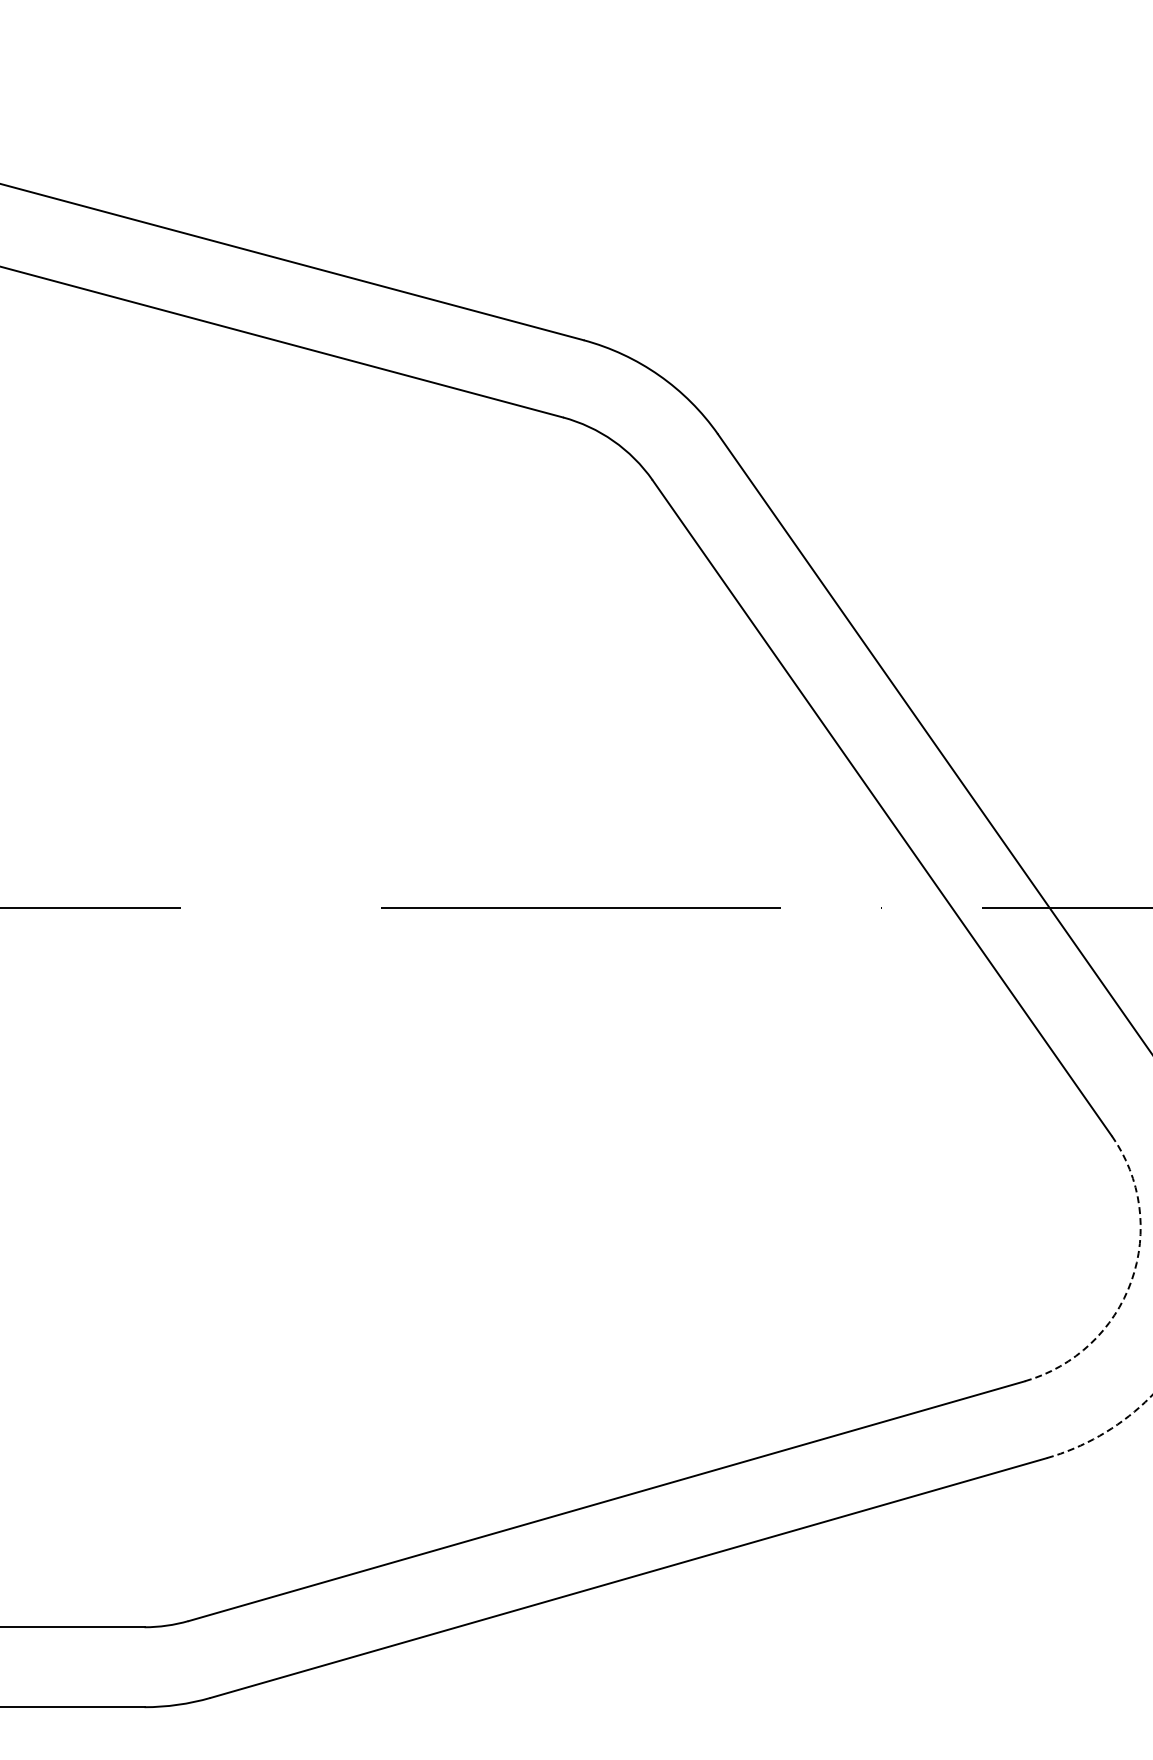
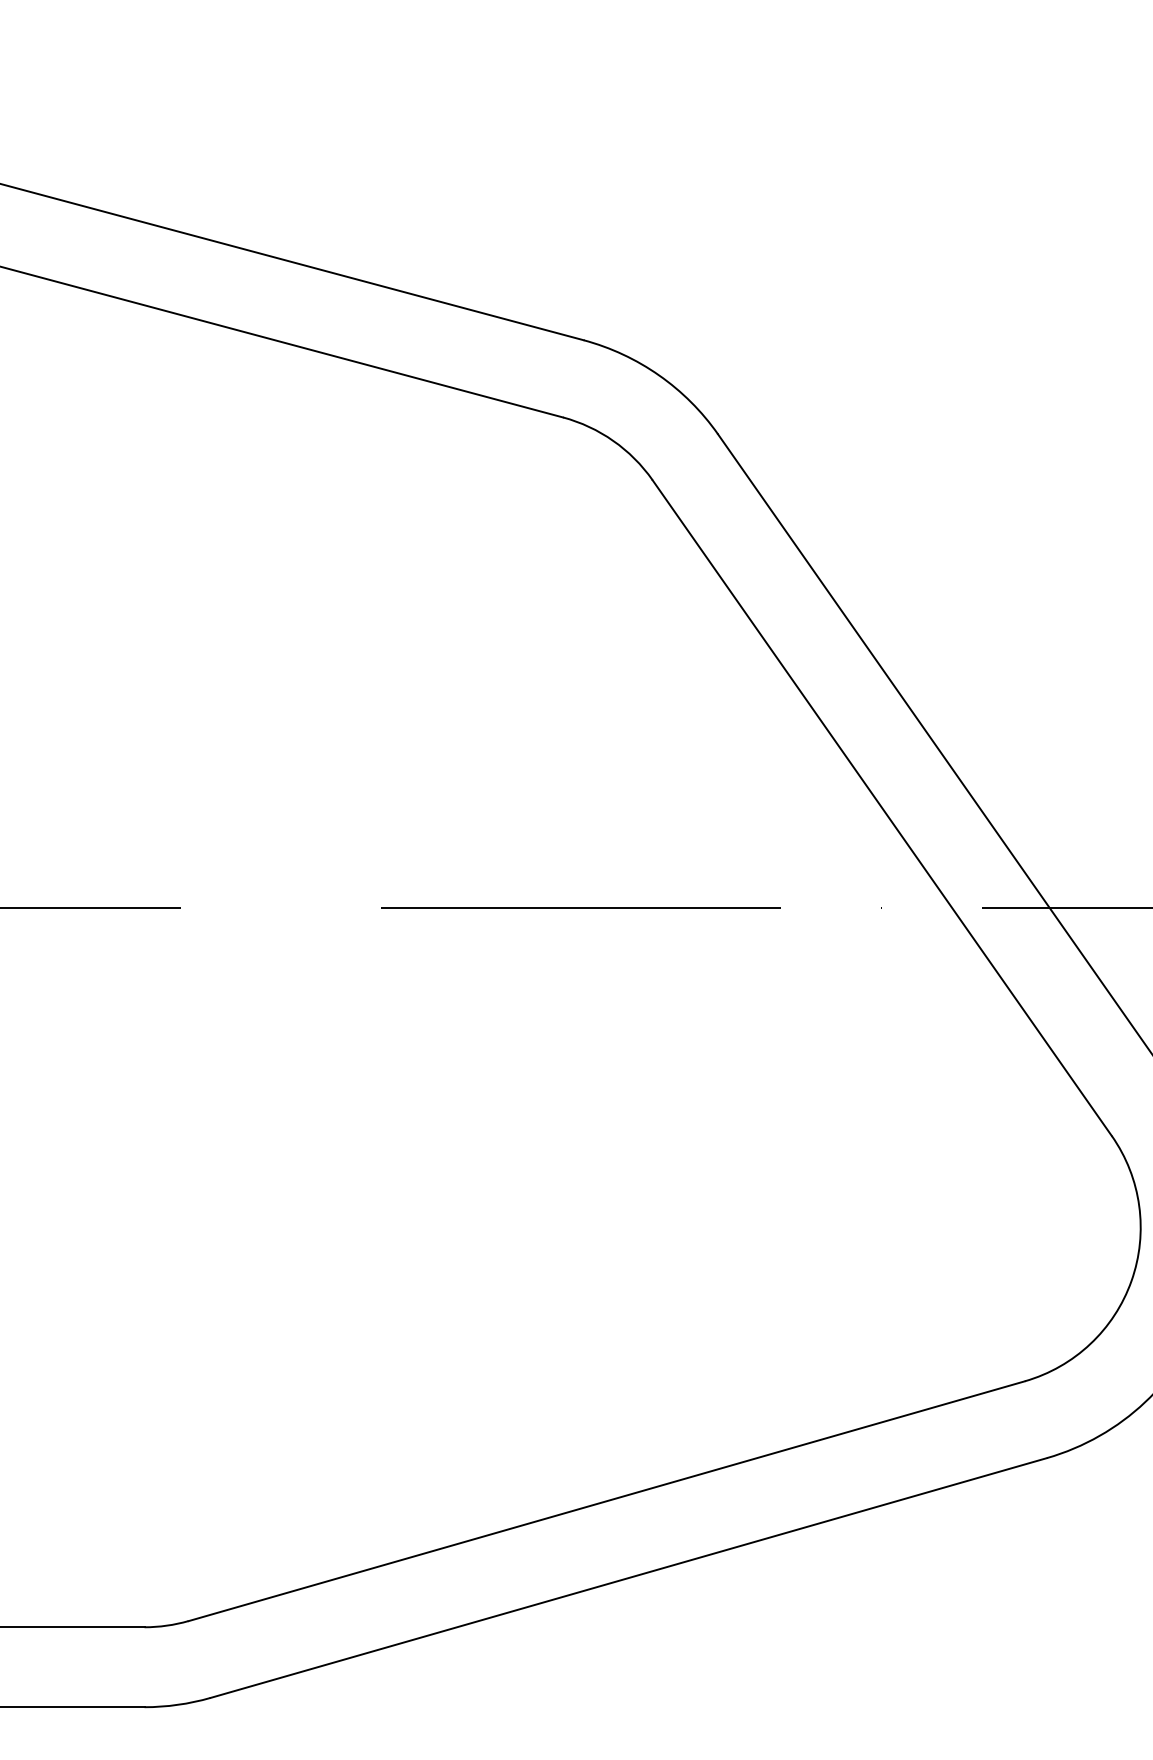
arc at (1131, 1280): dashed -> solid
arc at (1104, 1432): dashed -> solid
